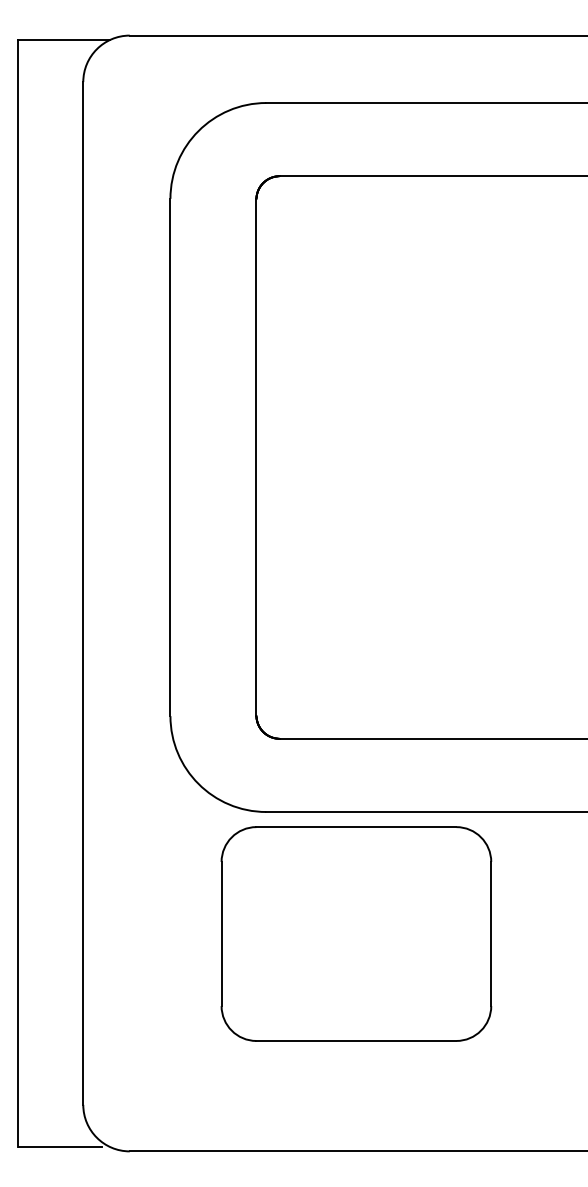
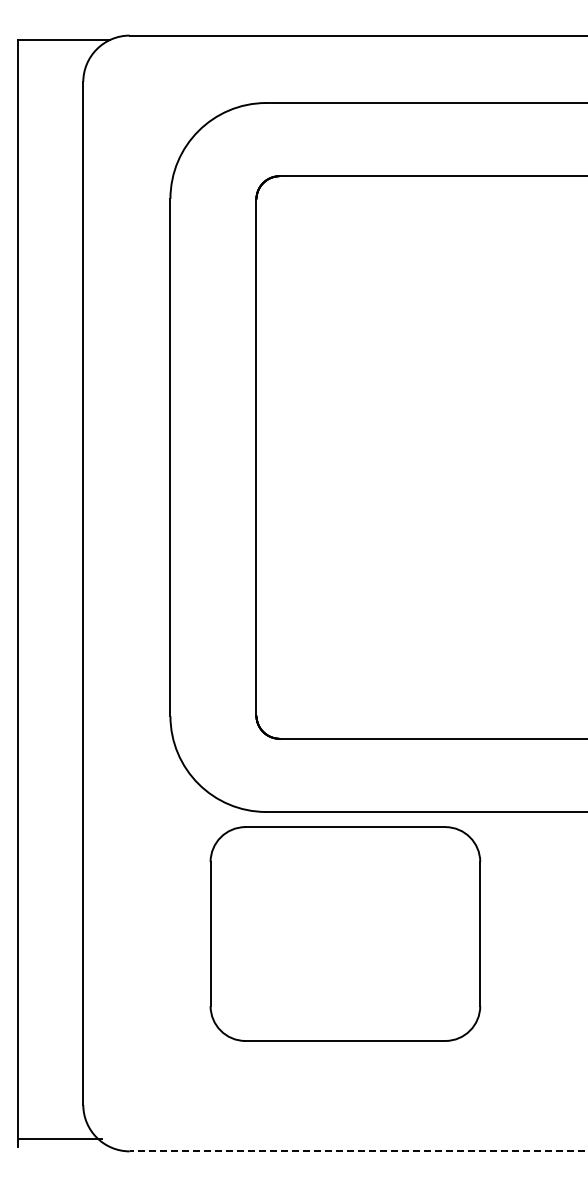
part at (356, 933) position: (356, 933) -> (345, 933)
line at (60, 1146) position: (60, 1146) -> (60, 1138)
line at (358, 1151): solid -> dashed
